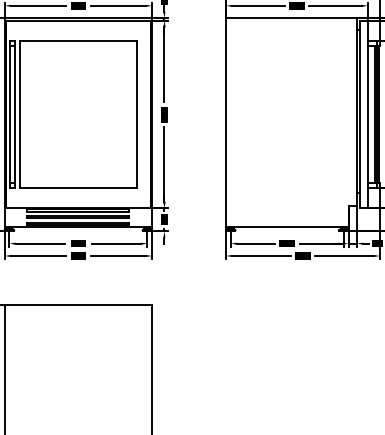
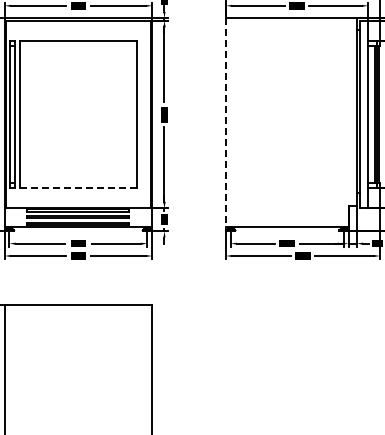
line at (226, 122): solid -> dashed
line at (78, 187): solid -> dashed
